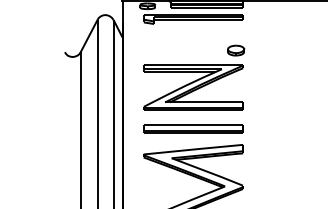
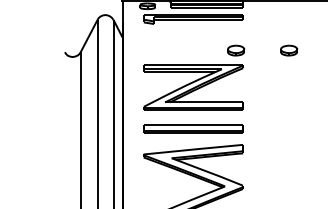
part at (289, 50): none -> present
